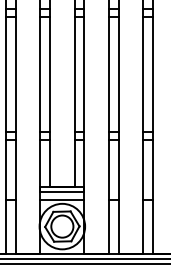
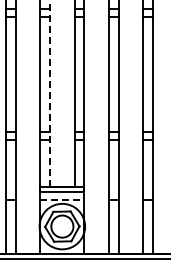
line at (50, 93): solid -> dashed
line at (62, 199): solid -> dashed
line at (84, 264): present -> none
